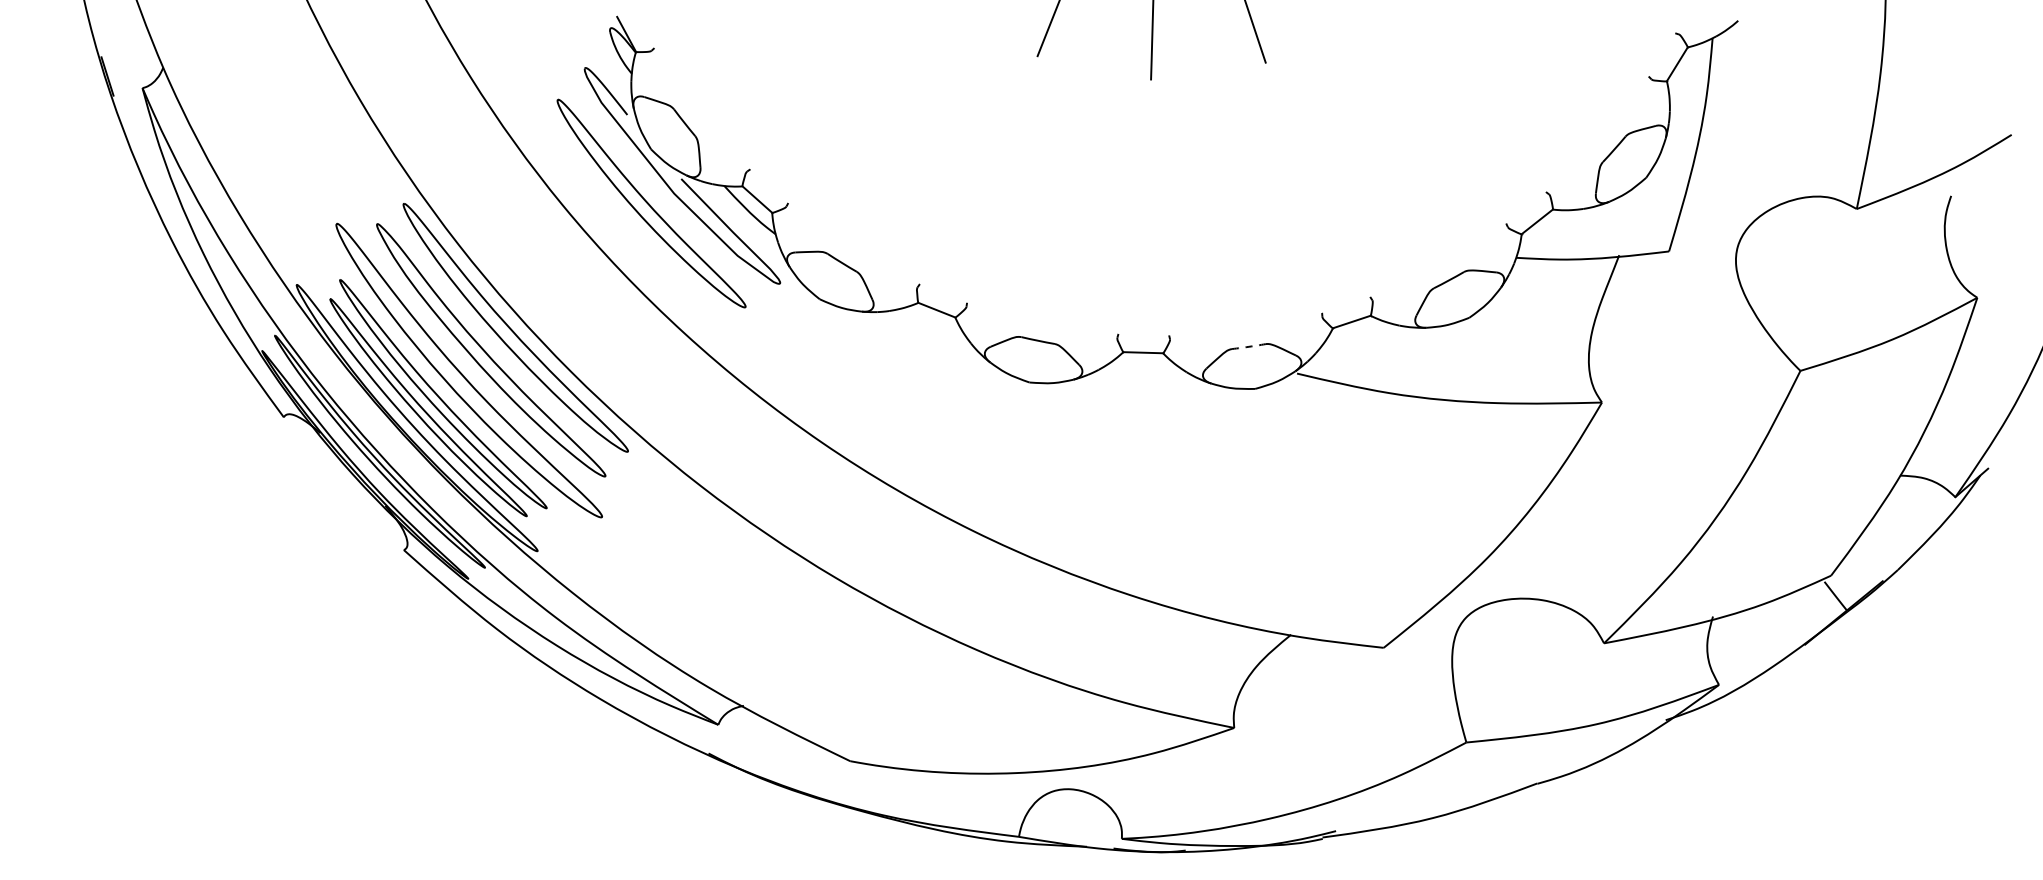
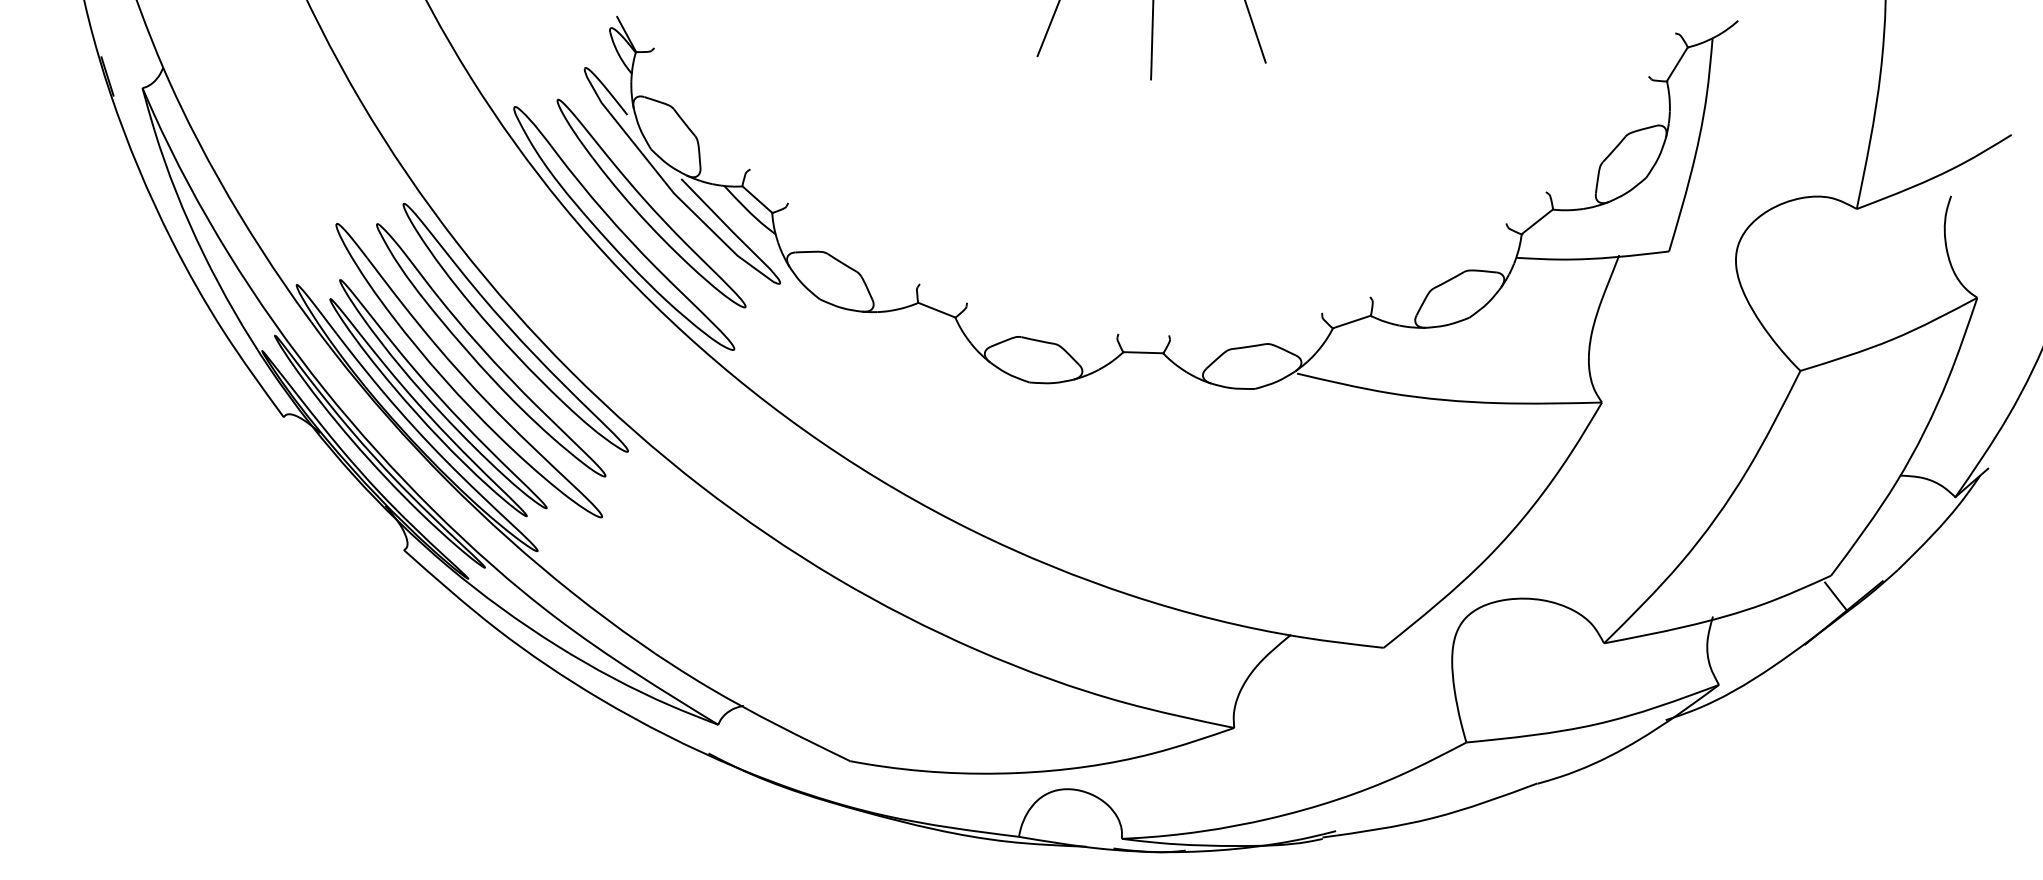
part at (624, 228): none -> present
arc at (1248, 346): dashed -> solid
